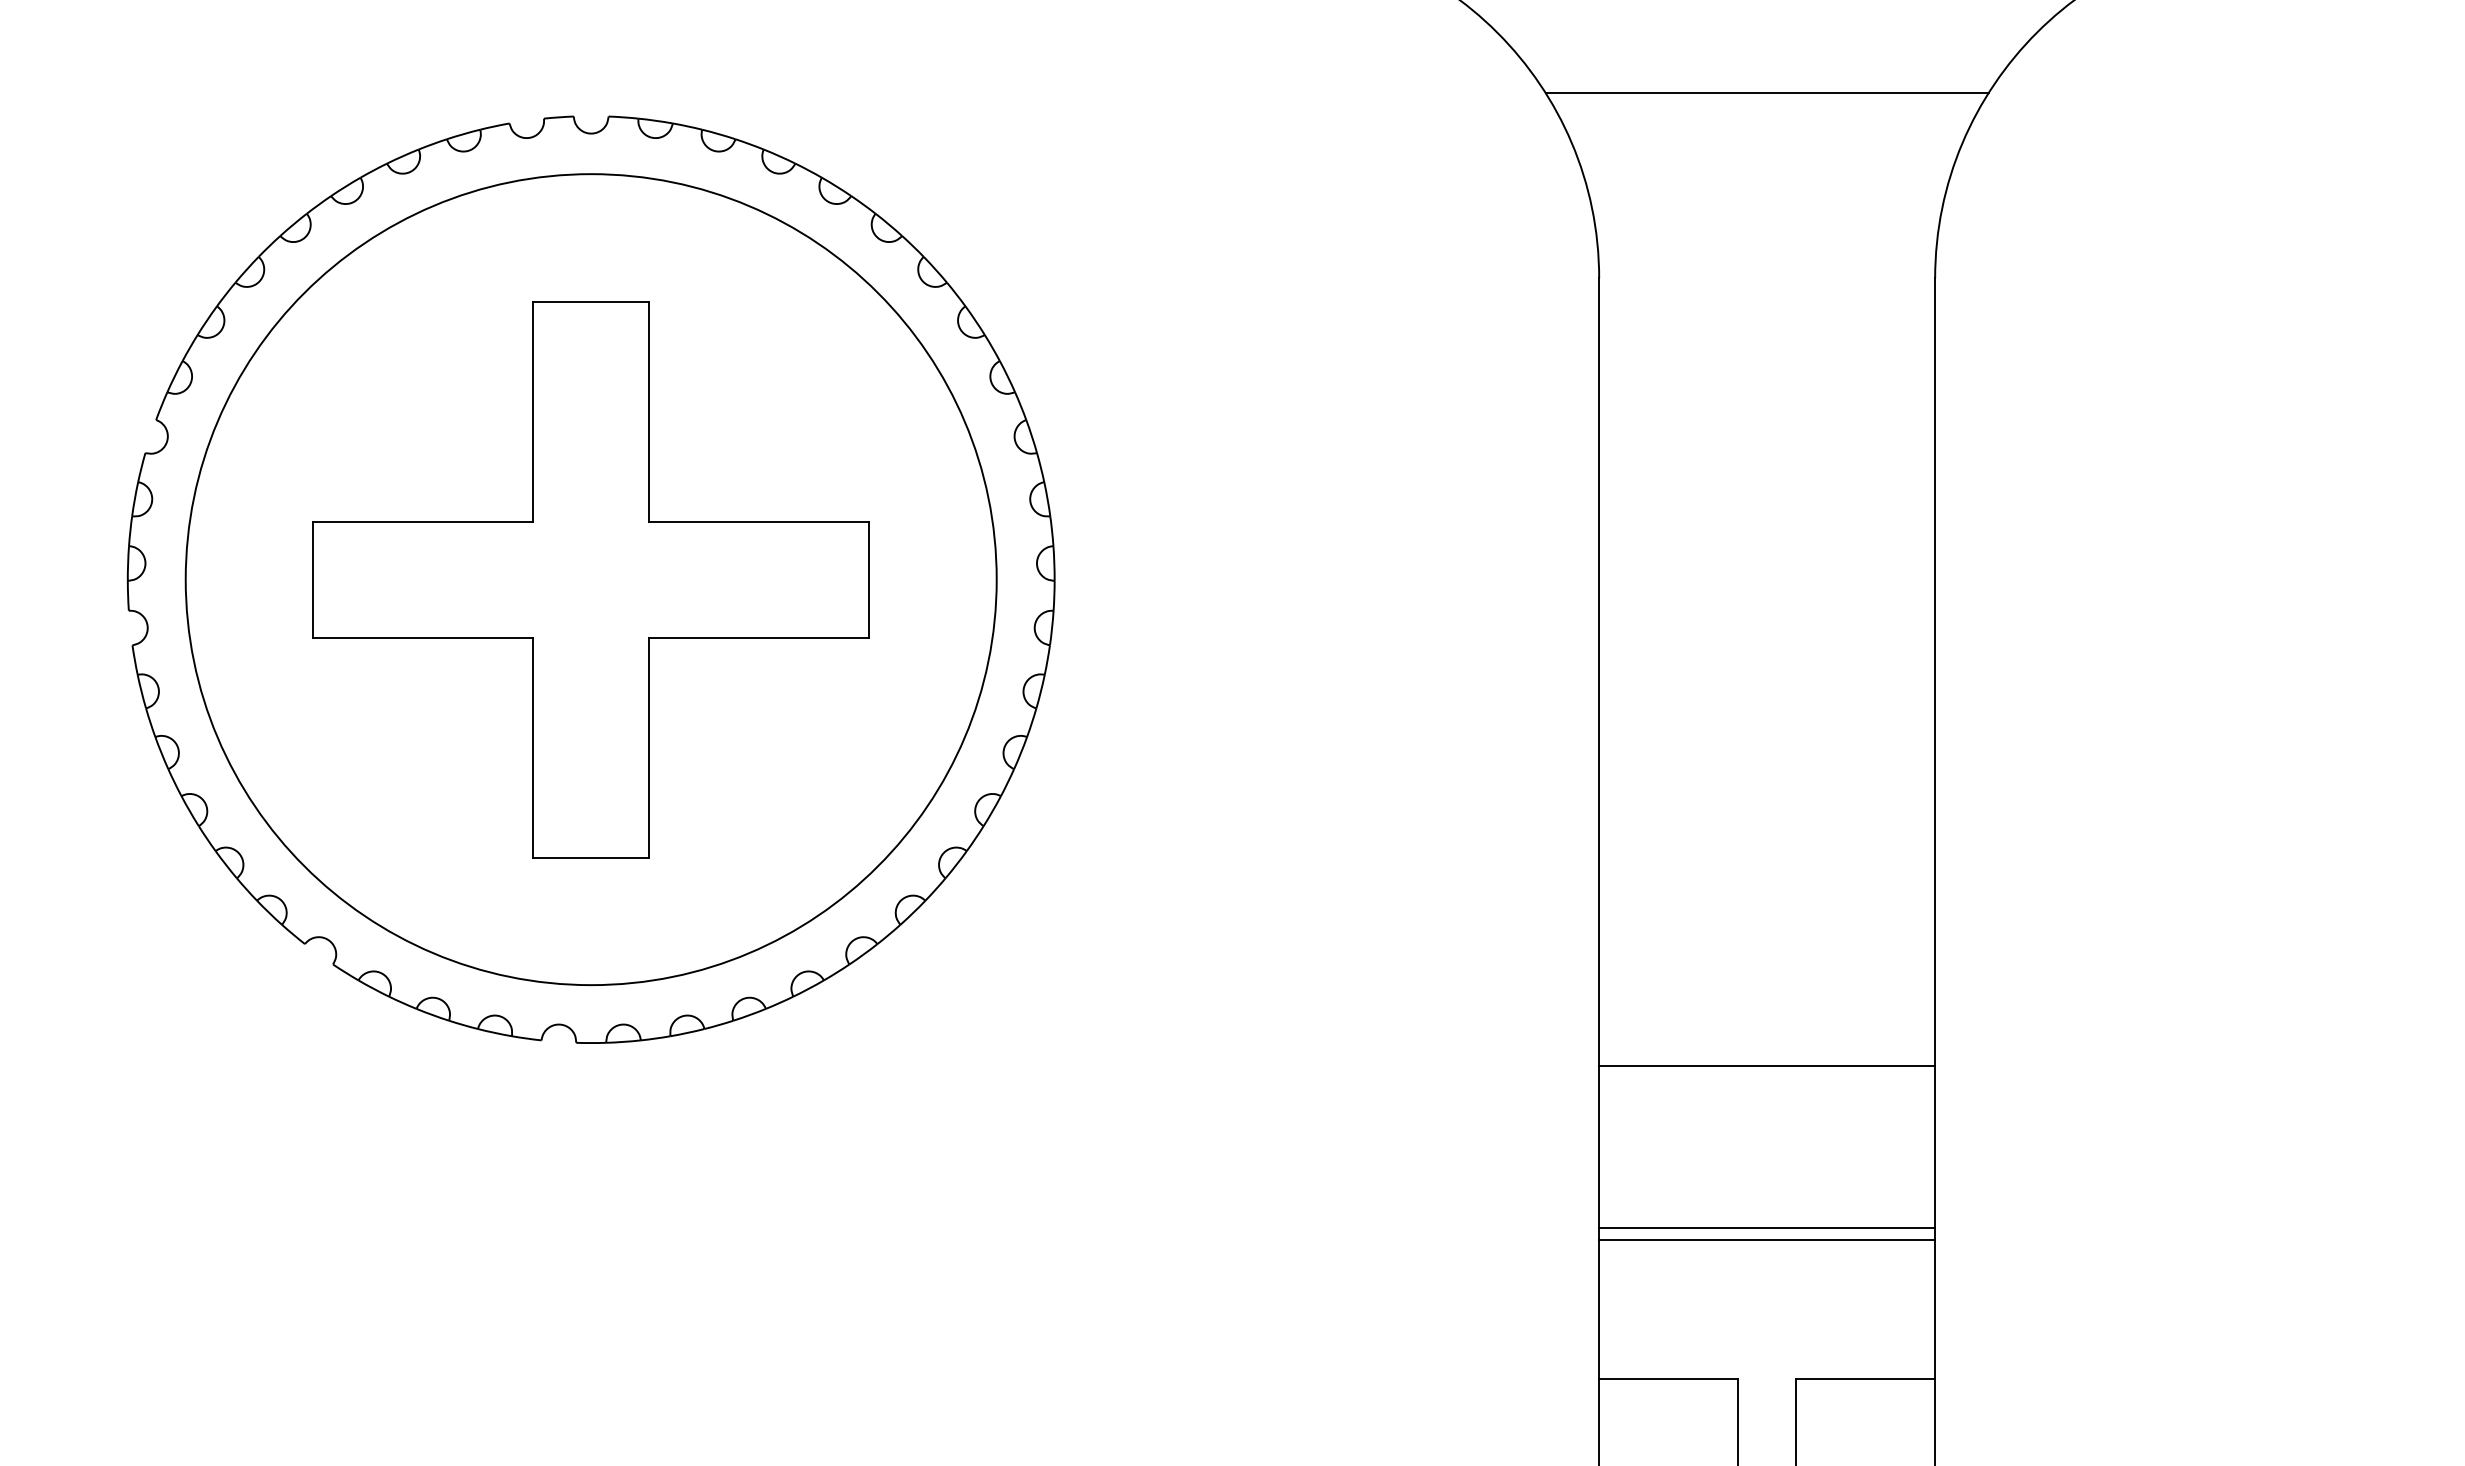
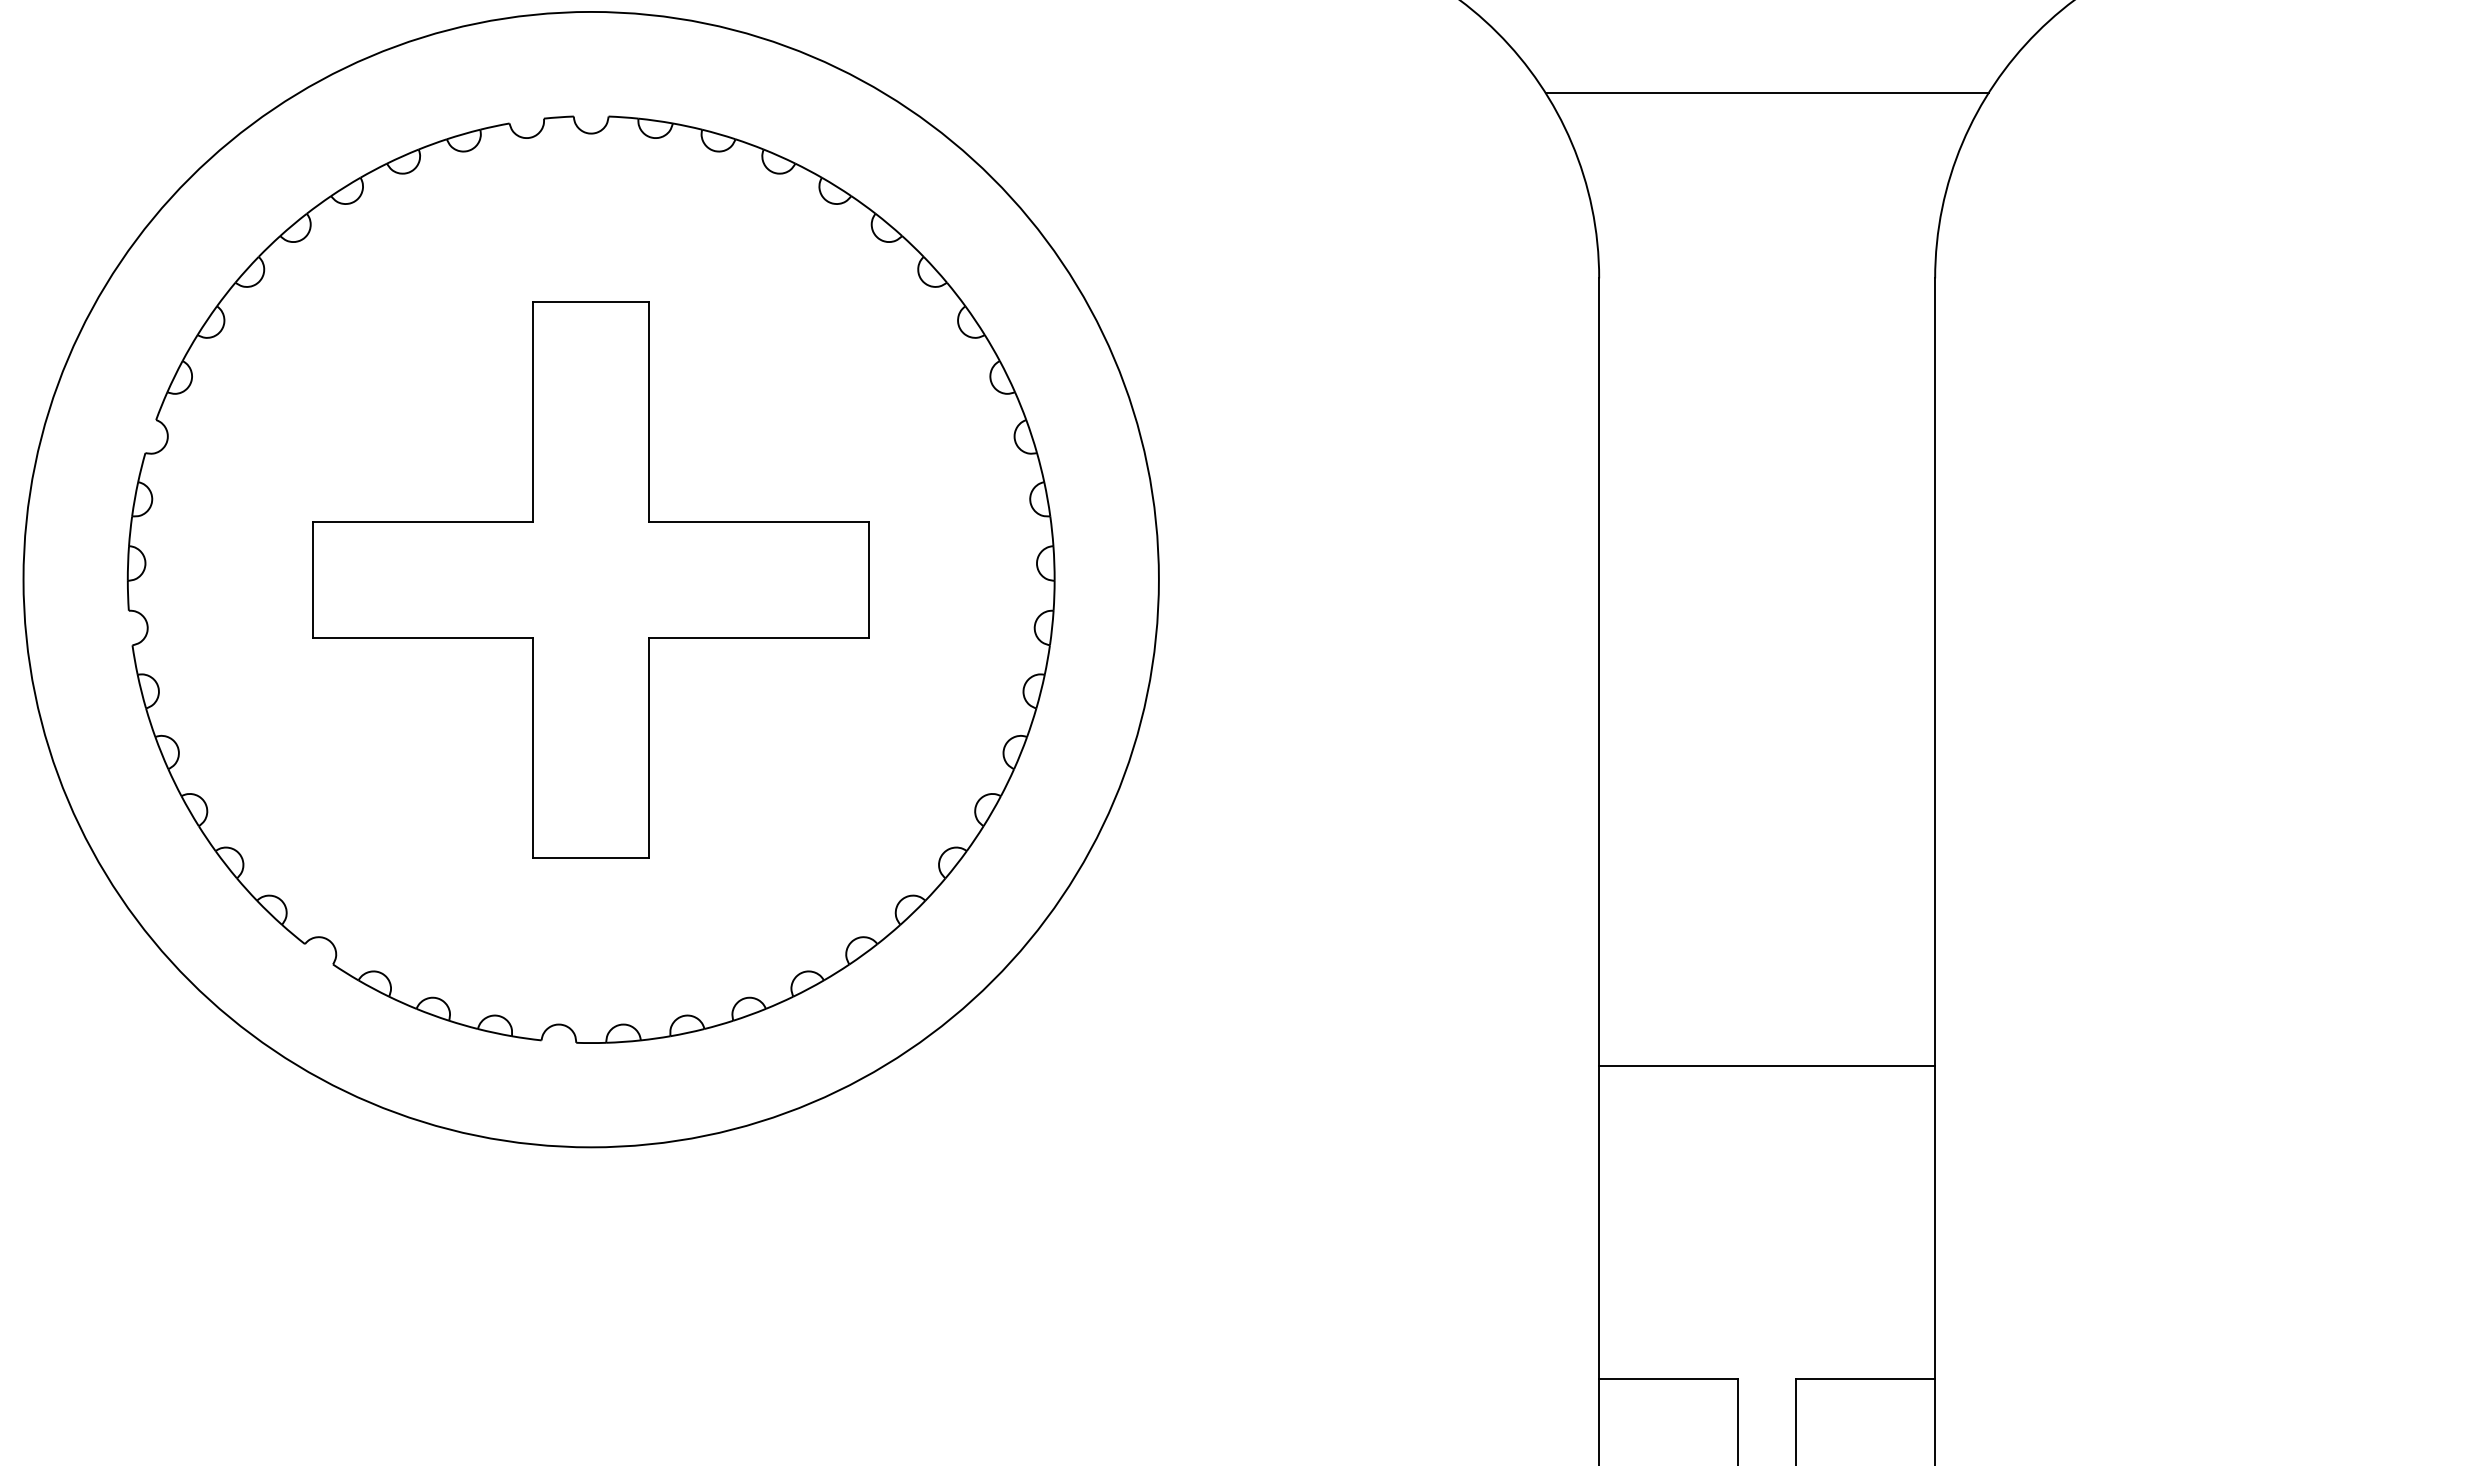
circle at (590, 579) diameter: 811 px -> 1135 px
line at (1767, 1228): present -> none
line at (1767, 1240): present -> none
